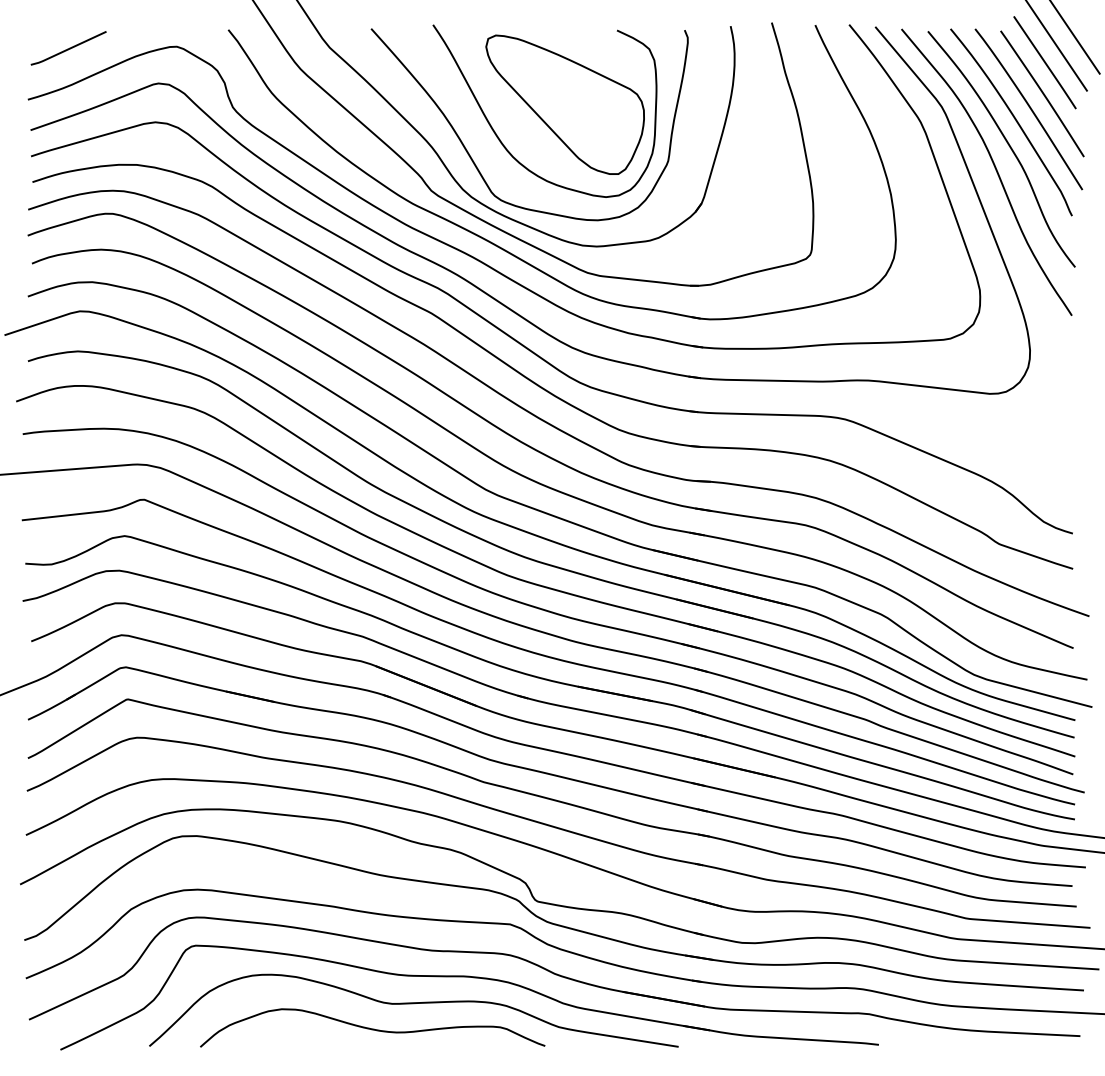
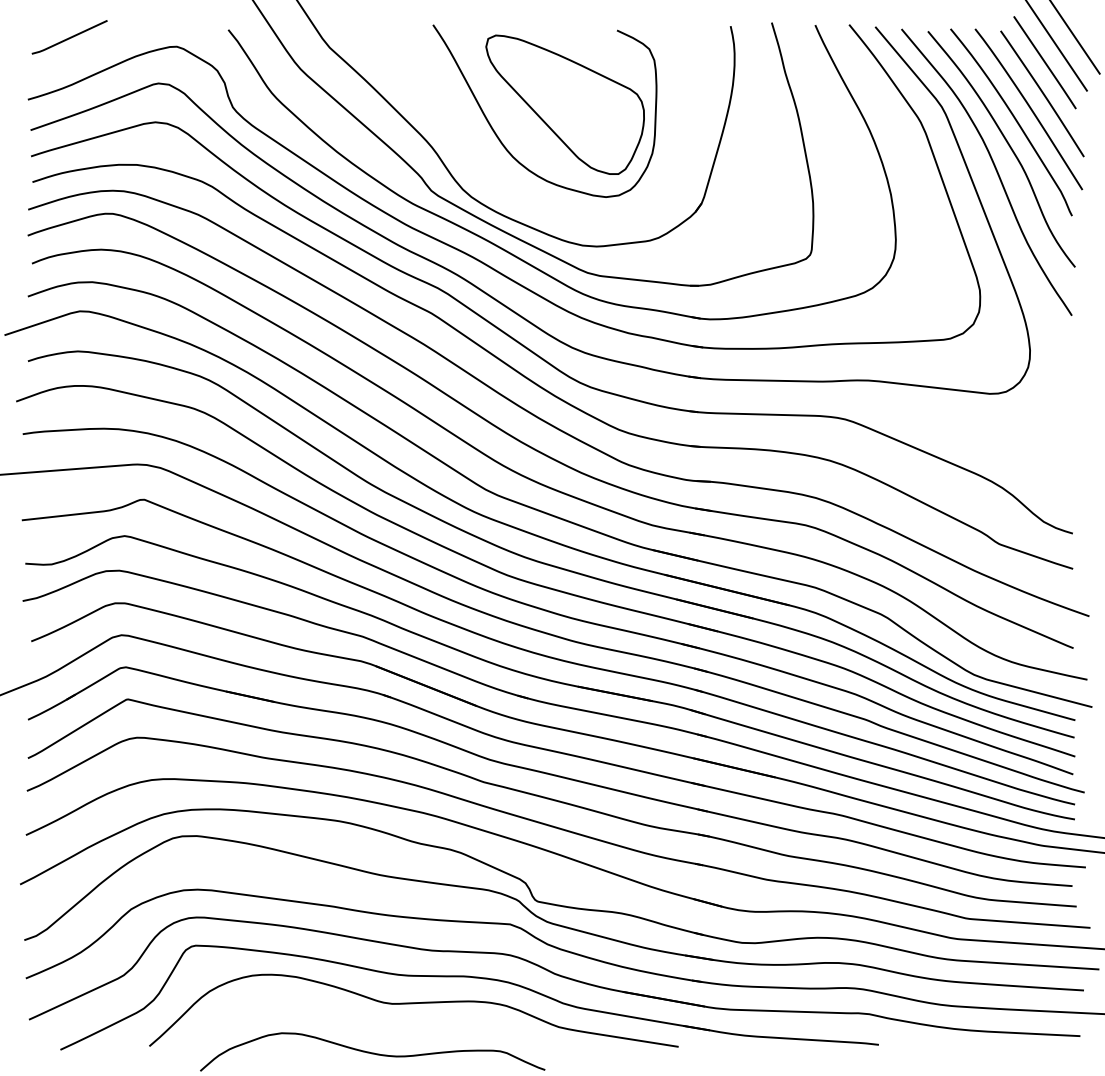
line at (68, 48) position: (68, 48) -> (69, 37)
curve at (471, 156): present -> none
curve at (372, 1028) position: (372, 1028) -> (372, 1052)
